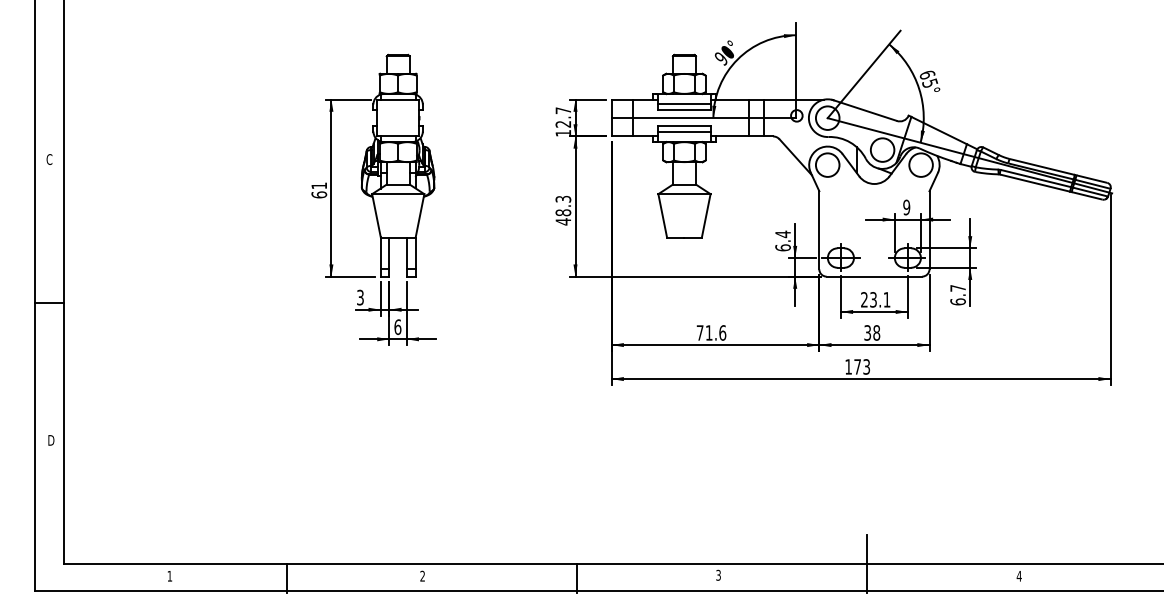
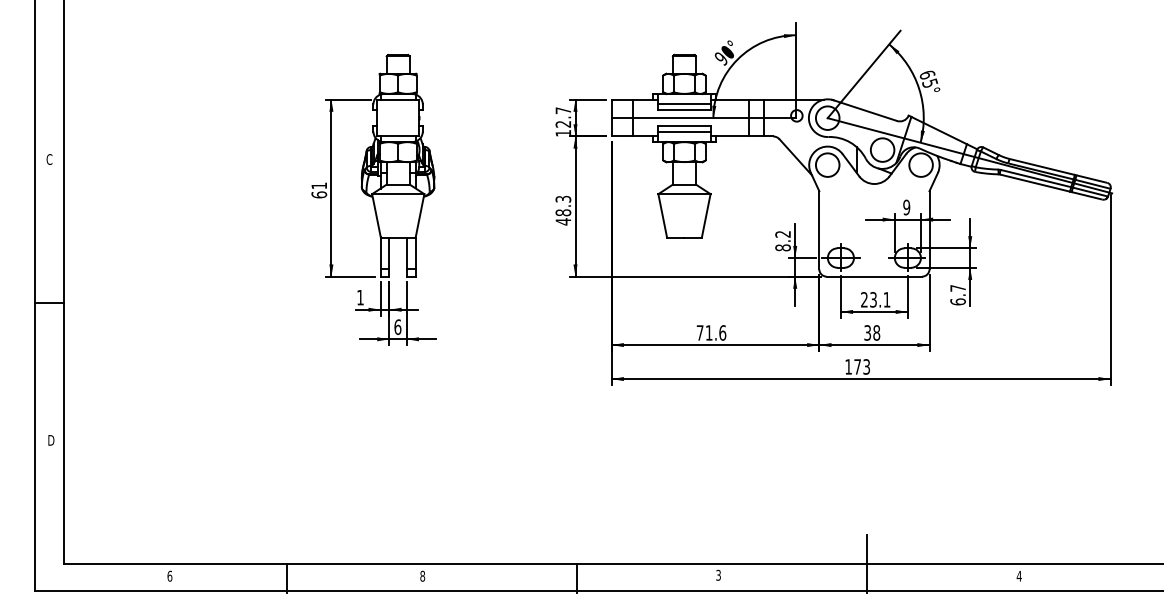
text at (782, 240): 6.4 -> 8.2
text at (360, 297): 3 -> 1
text at (169, 575): 1 -> 6
text at (422, 576): 2 -> 8
